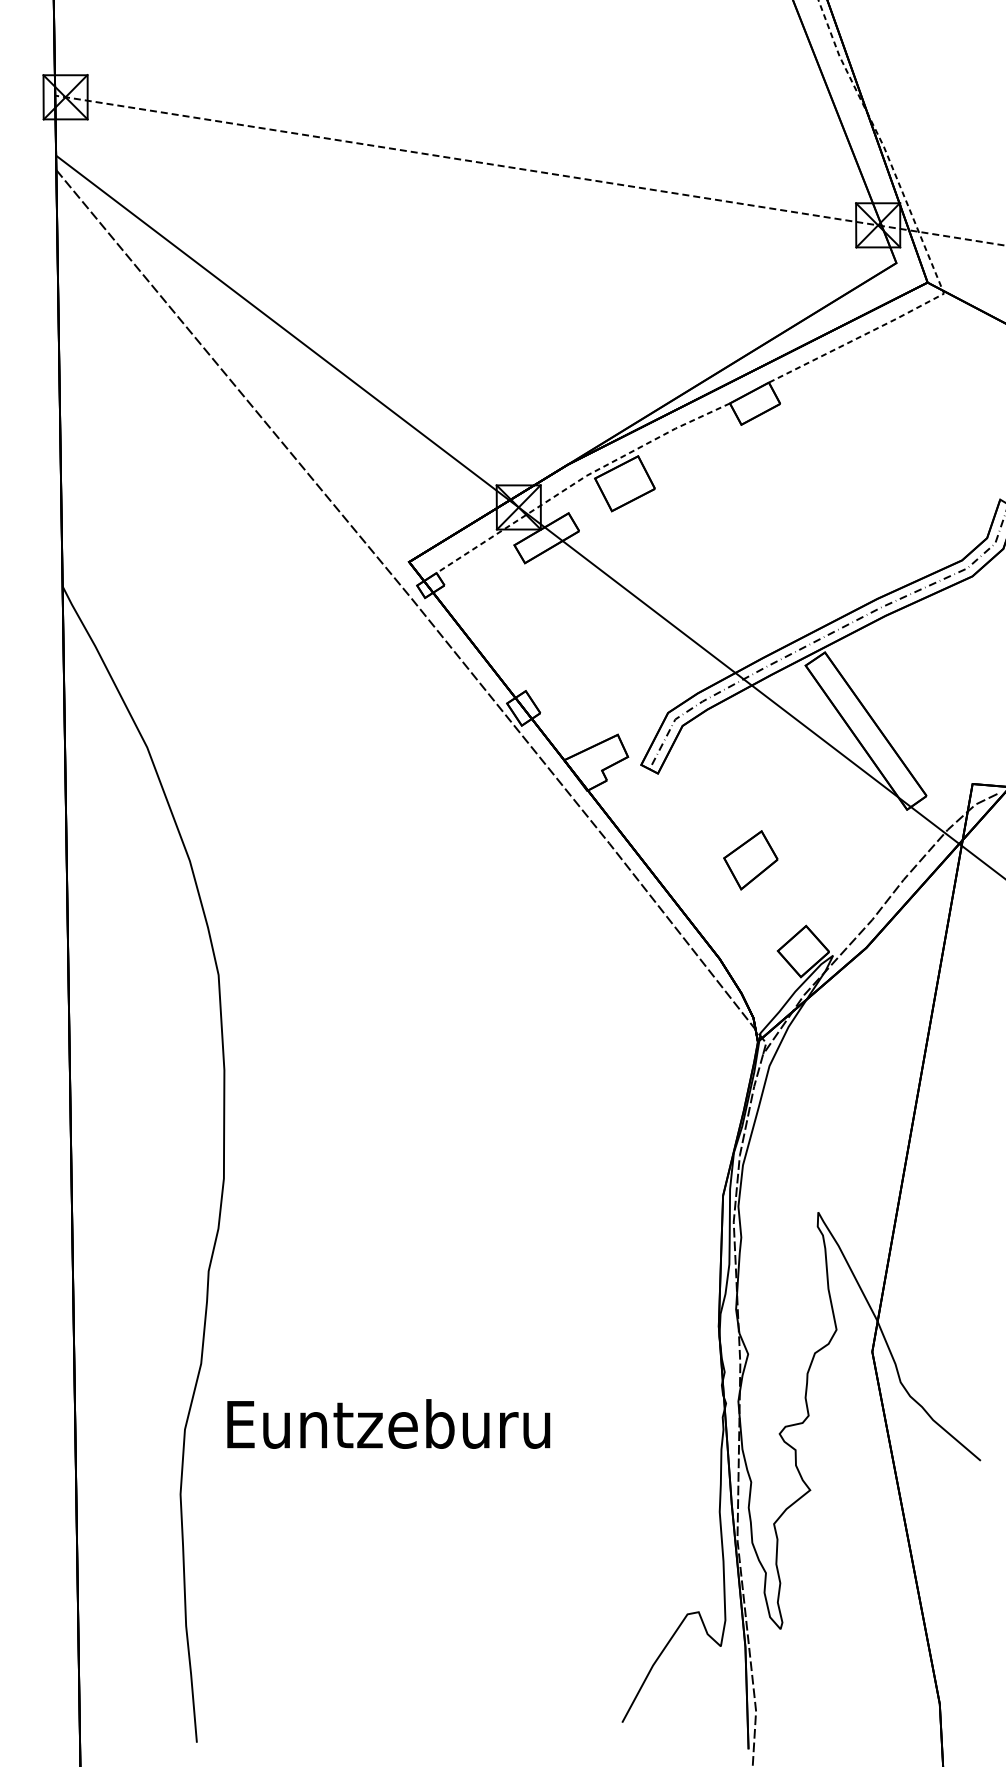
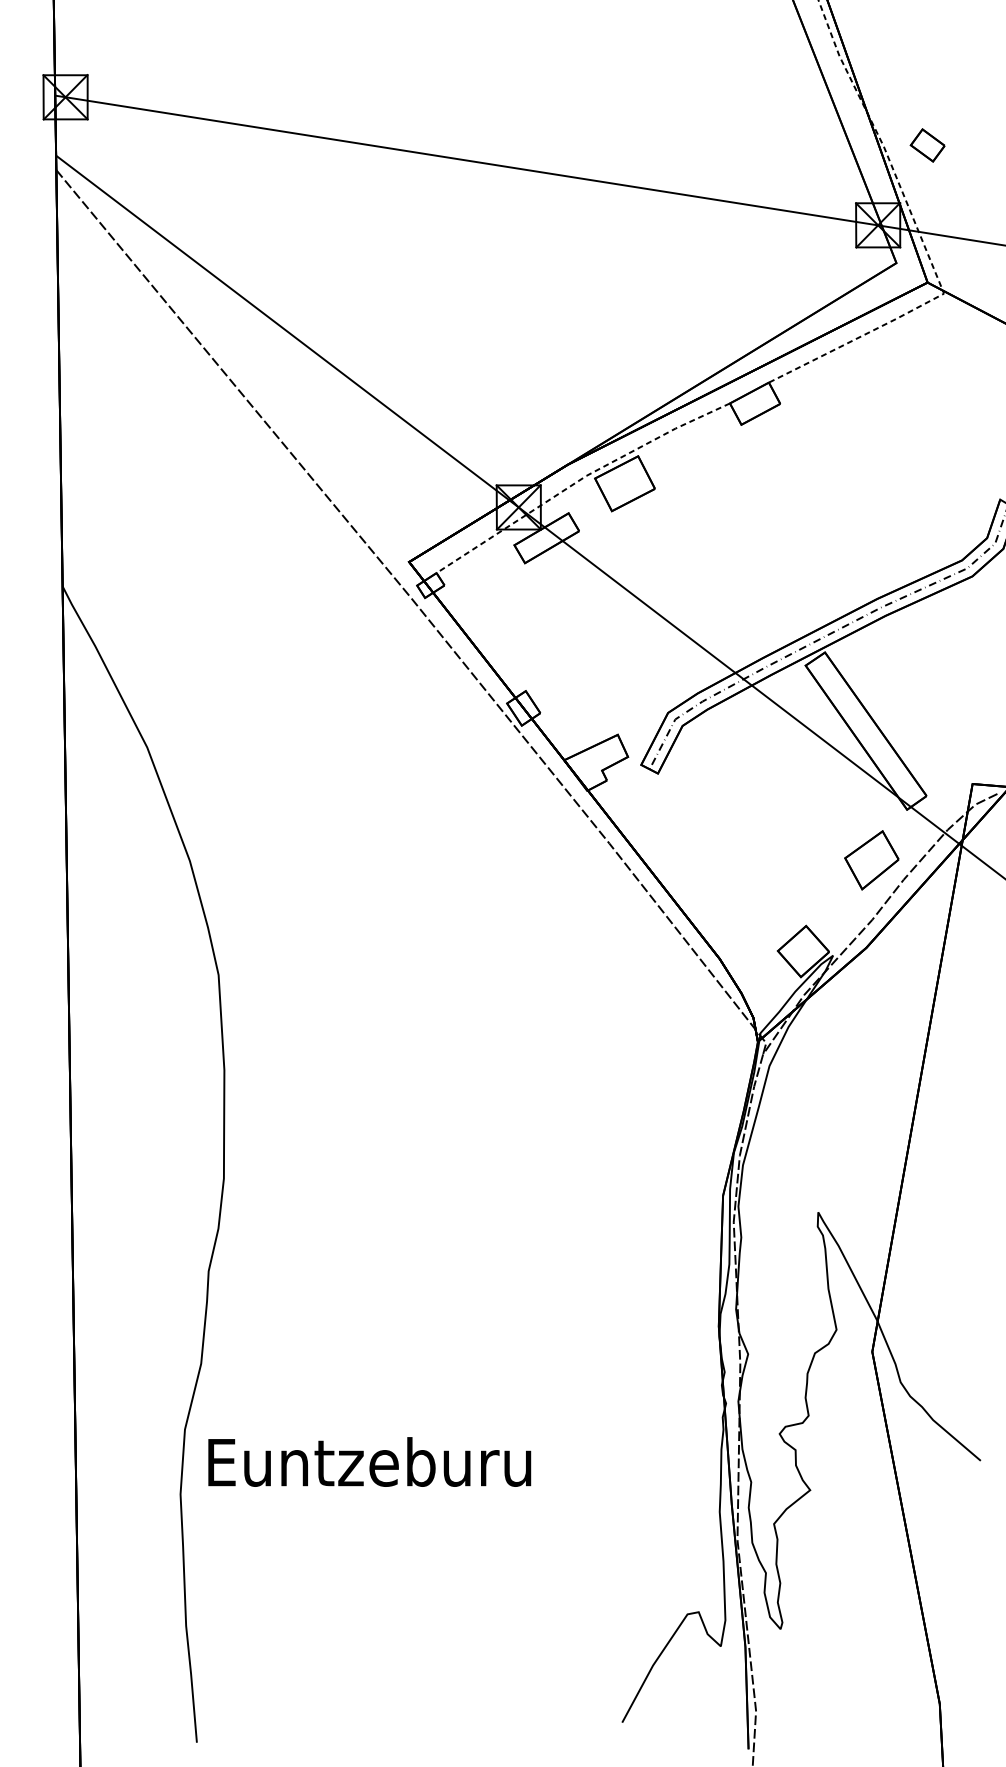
part at (927, 145): none -> present
line at (529, 170): dashed -> solid
part at (750, 860) position: (750, 860) -> (871, 860)
text at (388, 1423) position: (388, 1423) -> (369, 1461)
